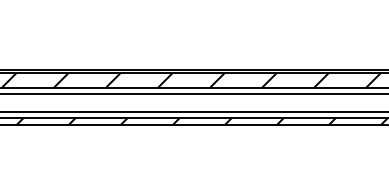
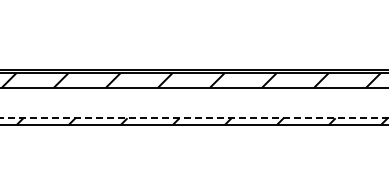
line at (193, 93): present -> none
line at (193, 112): present -> none
line at (194, 118): solid -> dashed
